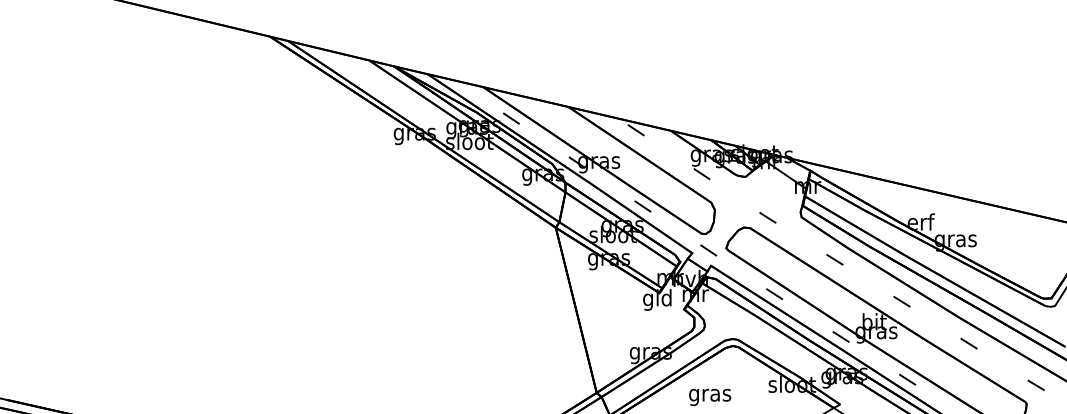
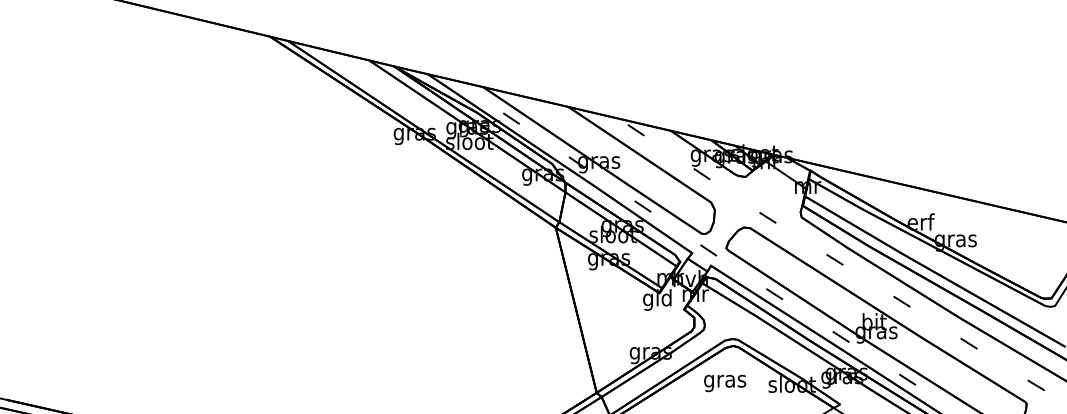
text at (710, 397) position: (710, 397) -> (725, 383)
